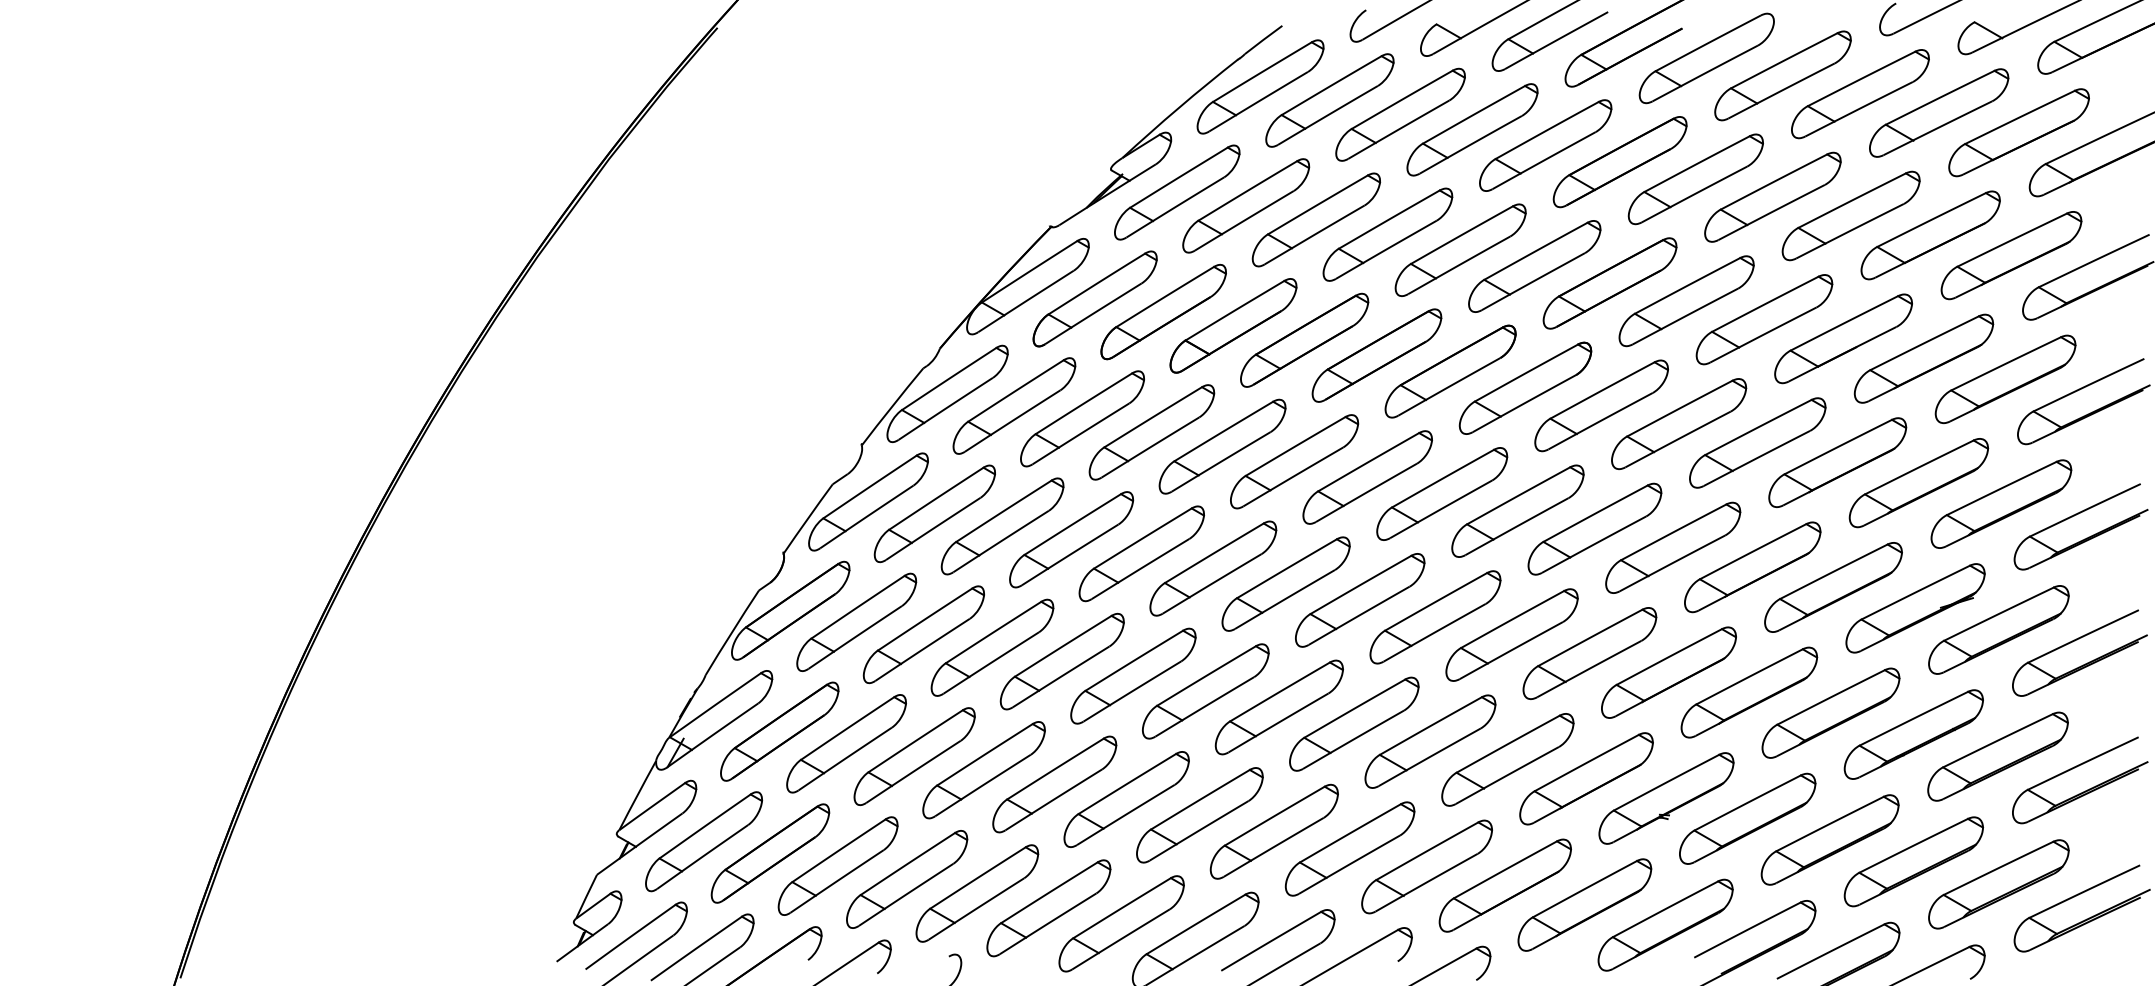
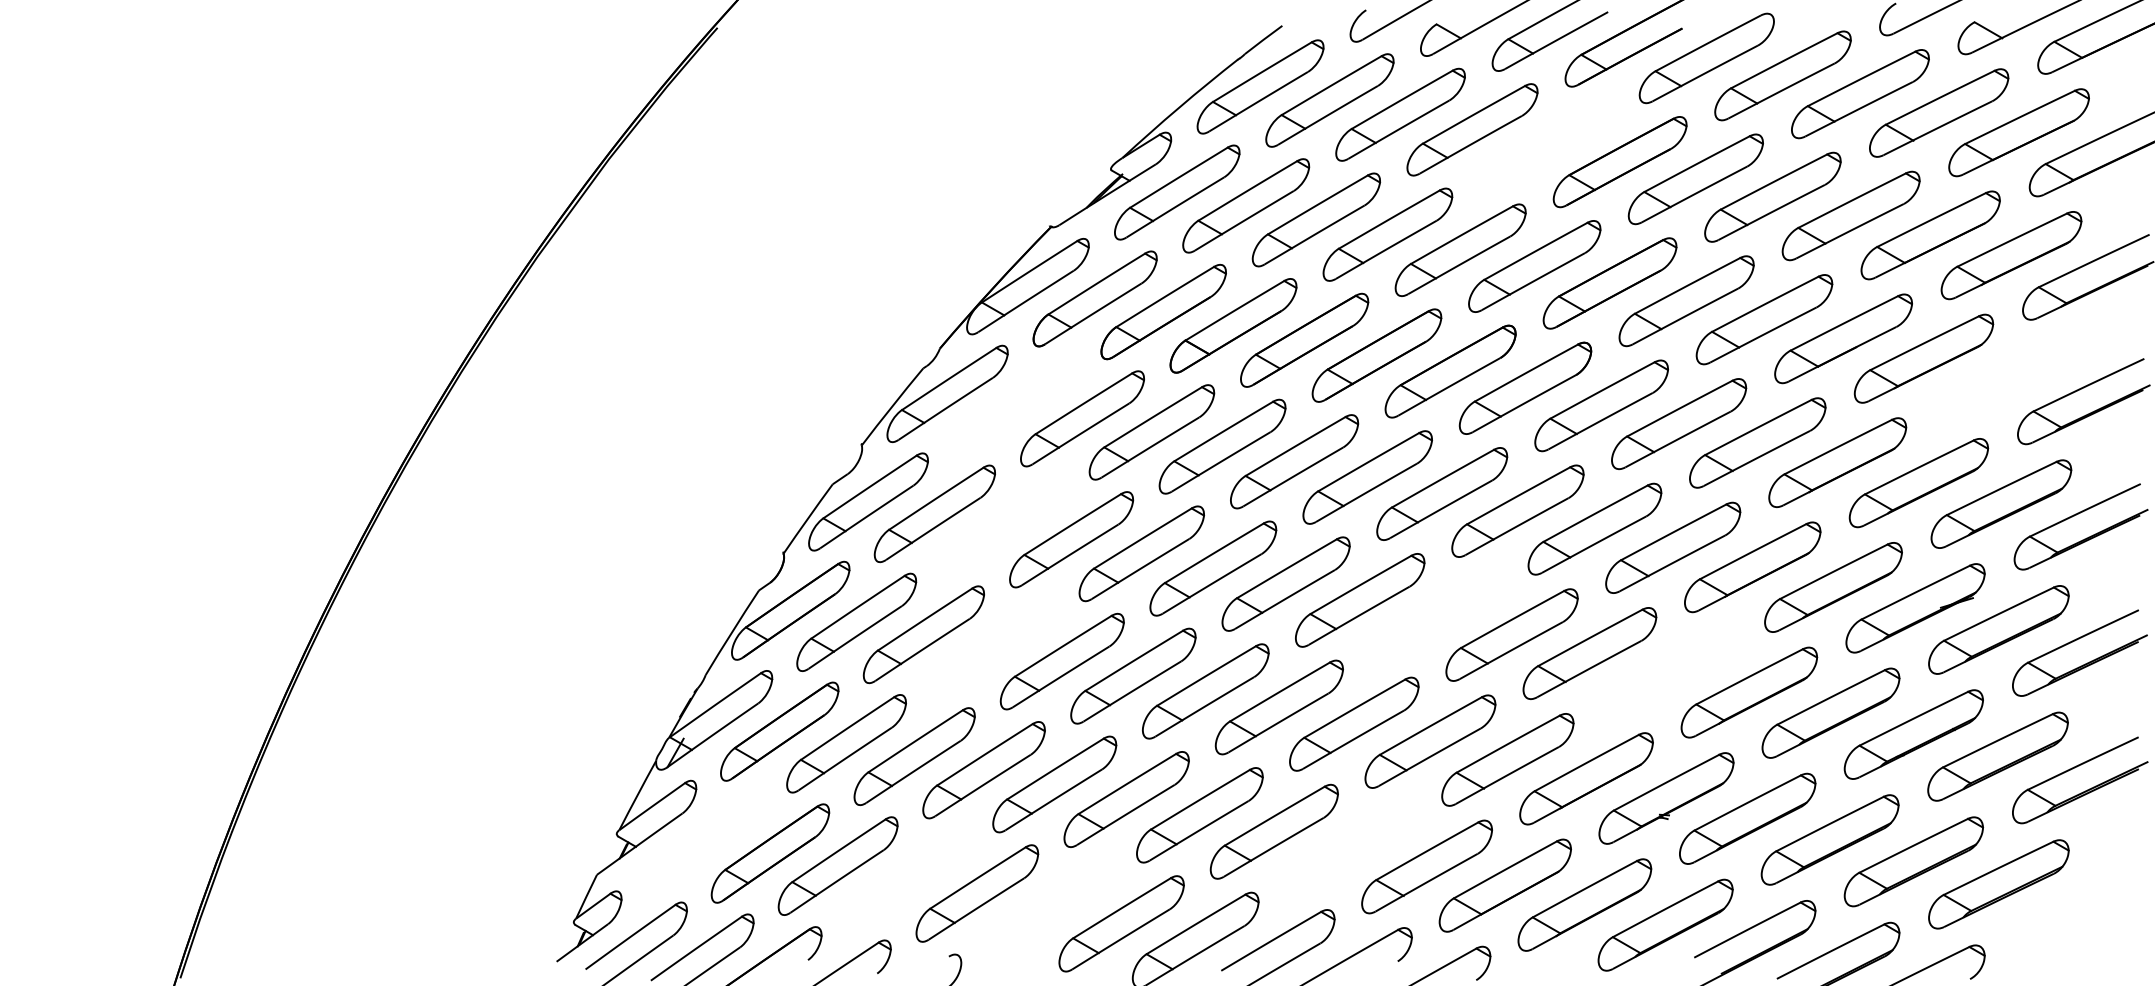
part at (1545, 145): present -> none
part at (2005, 379): present -> none
part at (1014, 405): present -> none
part at (1002, 526): present -> none
part at (1435, 617): present -> none
part at (992, 647): present -> none
part at (1668, 672): present -> none
part at (704, 841): present -> none
part at (1349, 848): present -> none
part at (907, 879): present -> none
part at (1048, 908): present -> none
part at (2086, 918): present -> none
